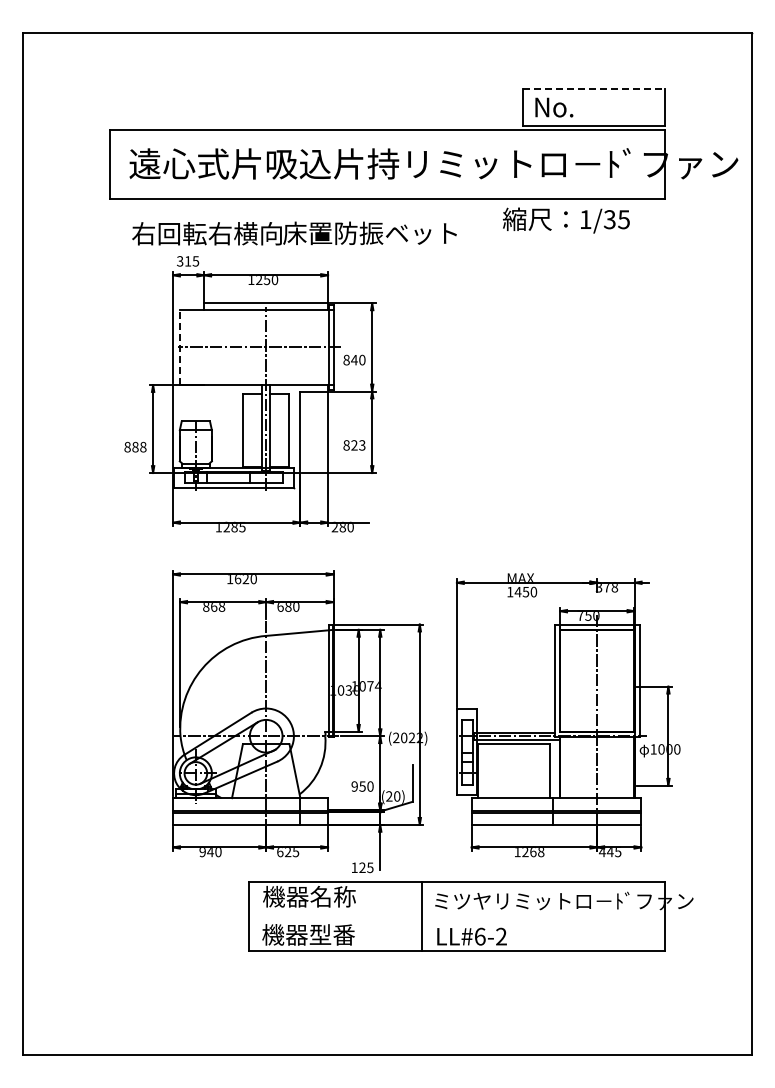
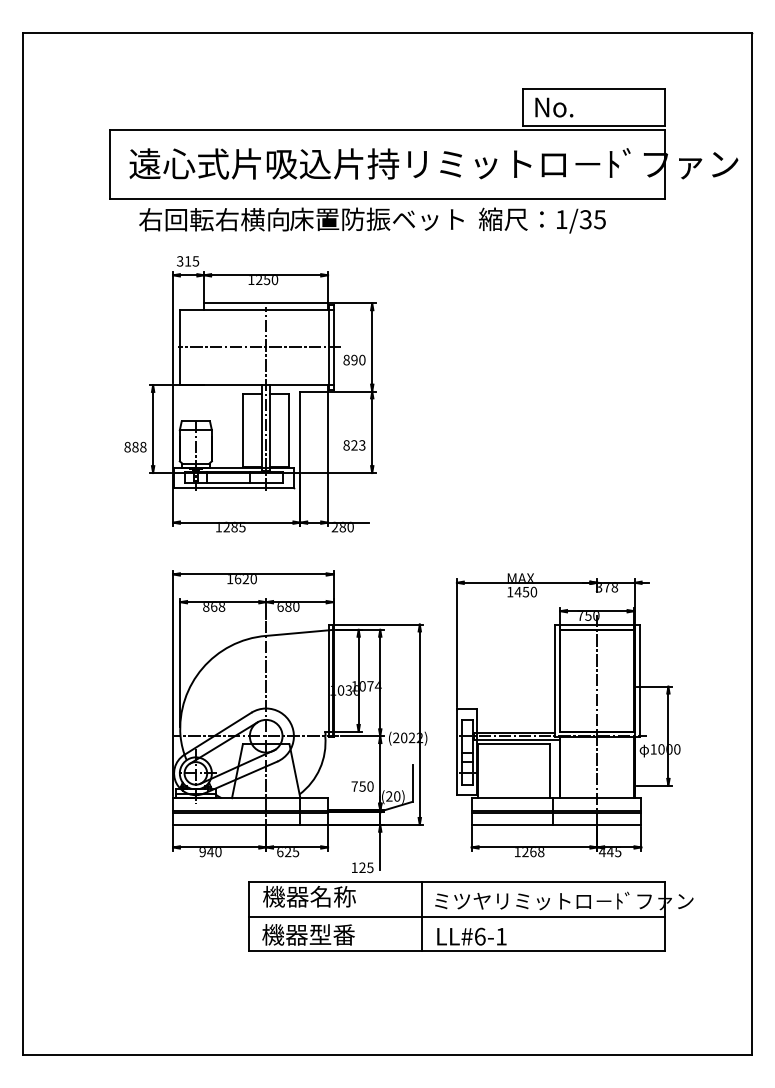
line at (593, 89): dashed -> solid
text at (566, 220) position: (566, 220) -> (542, 220)
text at (294, 233) position: (294, 233) -> (301, 219)
line at (180, 346): dashed -> solid
text at (354, 359): 840 -> 890
text at (354, 786): 950 -> 750
line at (456, 916): none -> present
text at (501, 936): LL#6-2 -> LL#6-1
